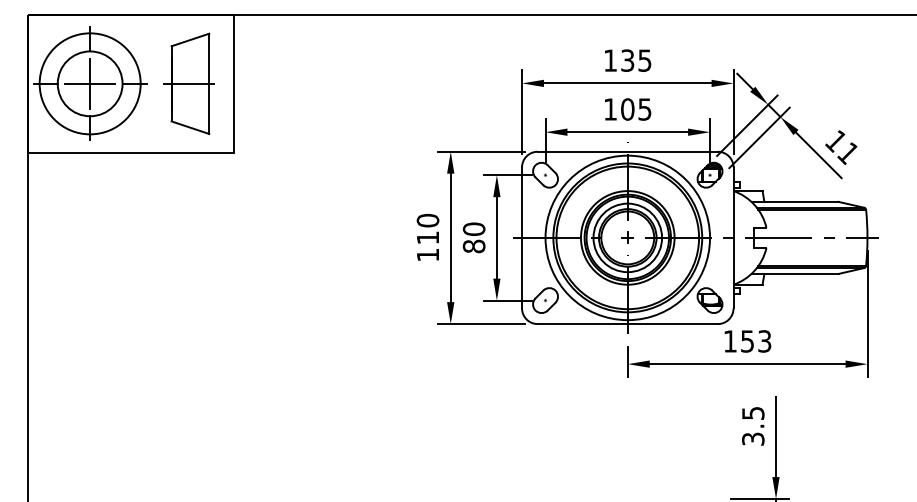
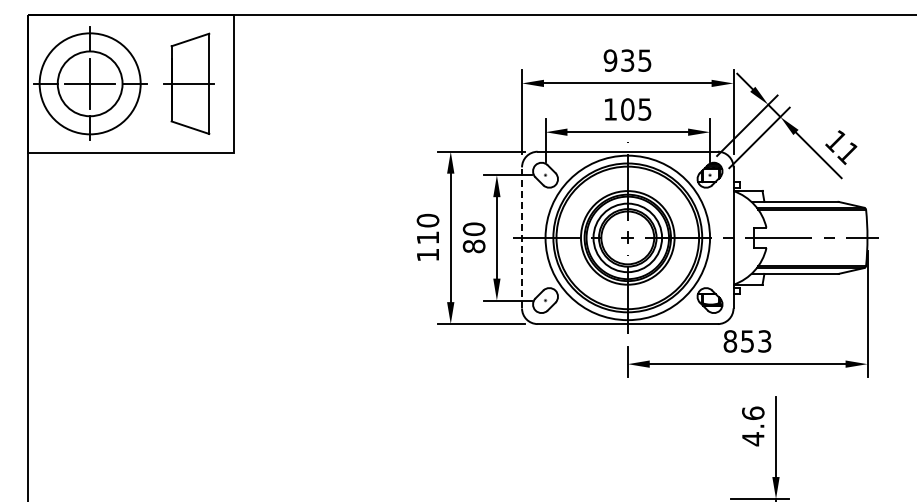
text at (610, 60): 135 -> 935
line at (522, 237): solid -> dashed
text at (730, 341): 153 -> 853
text at (753, 426): 3.5 -> 4.6
